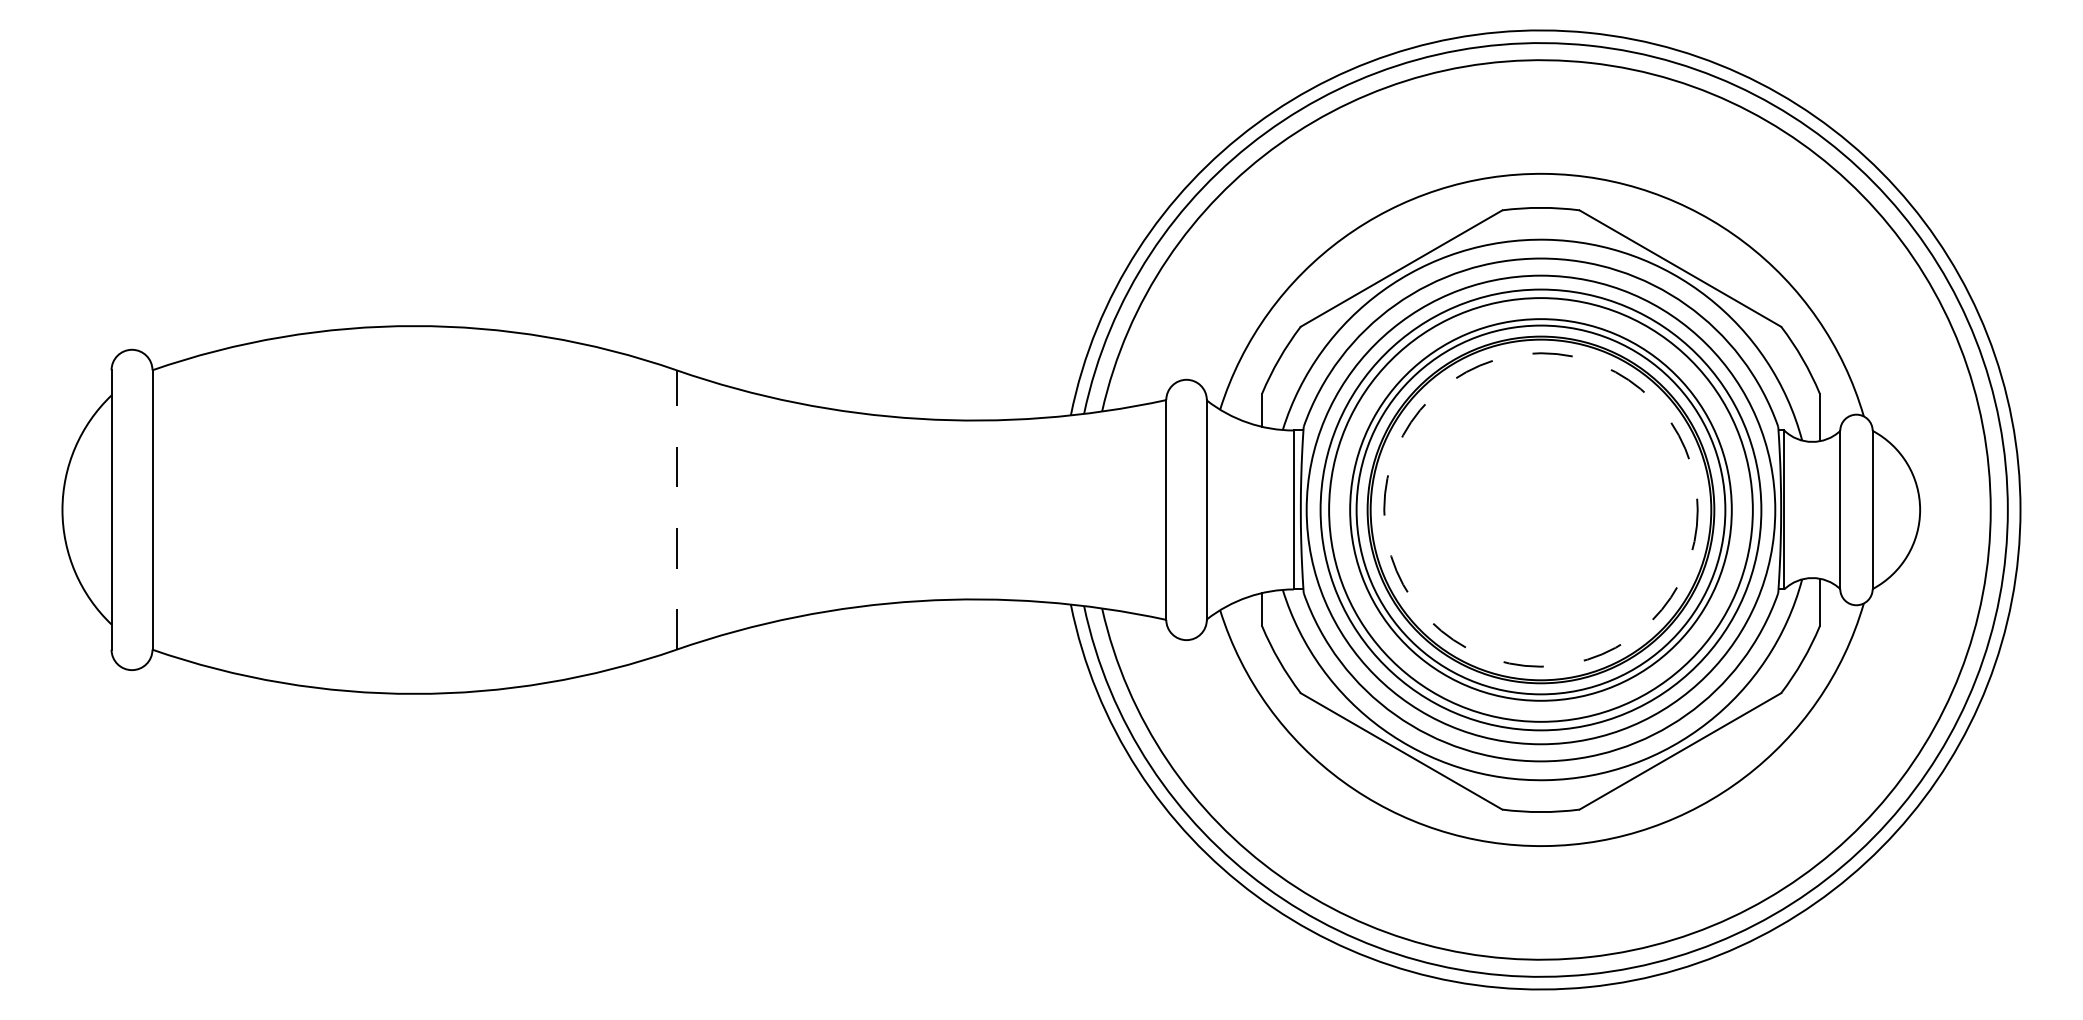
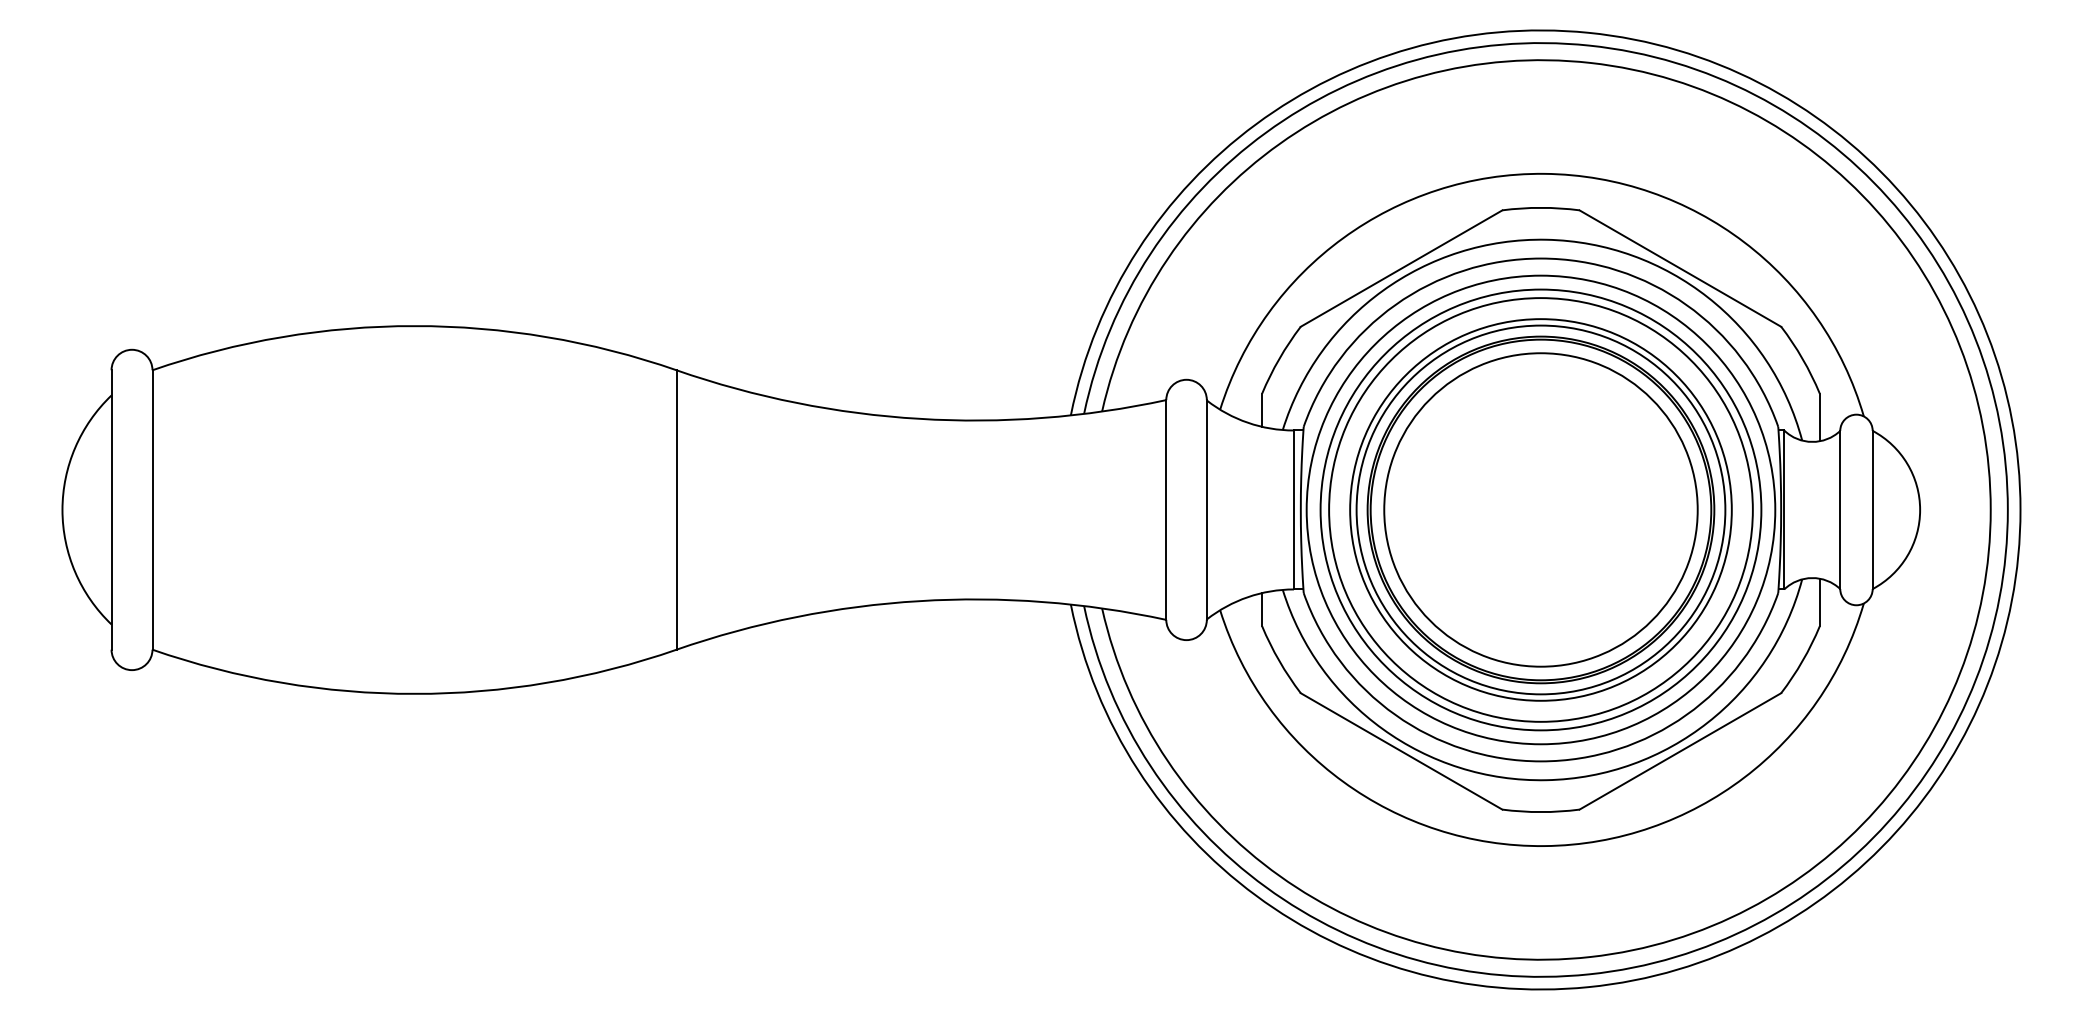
line at (676, 509): dashed -> solid
circle at (1540, 509): dashed -> solid
